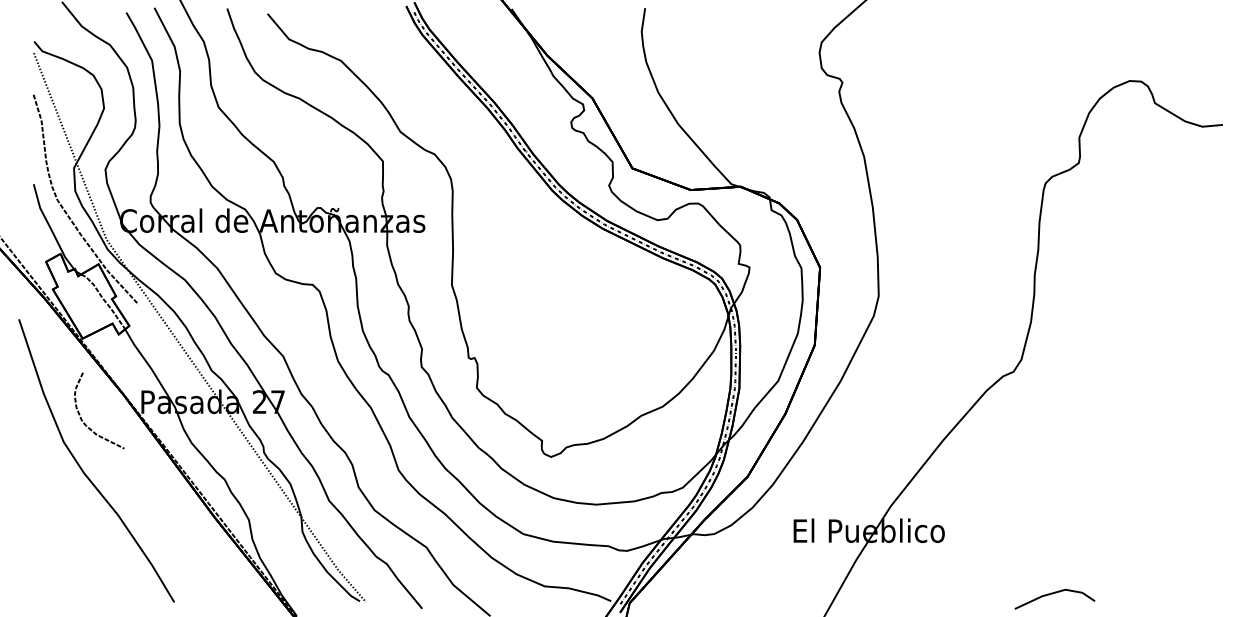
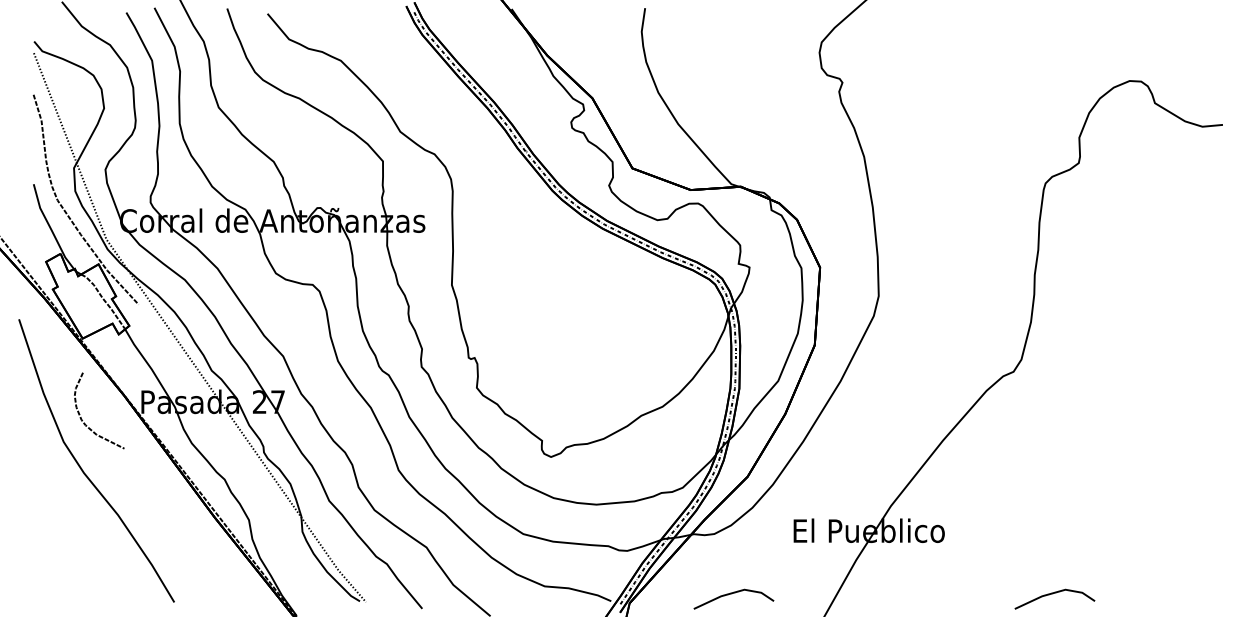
line at (732, 594): none -> present
